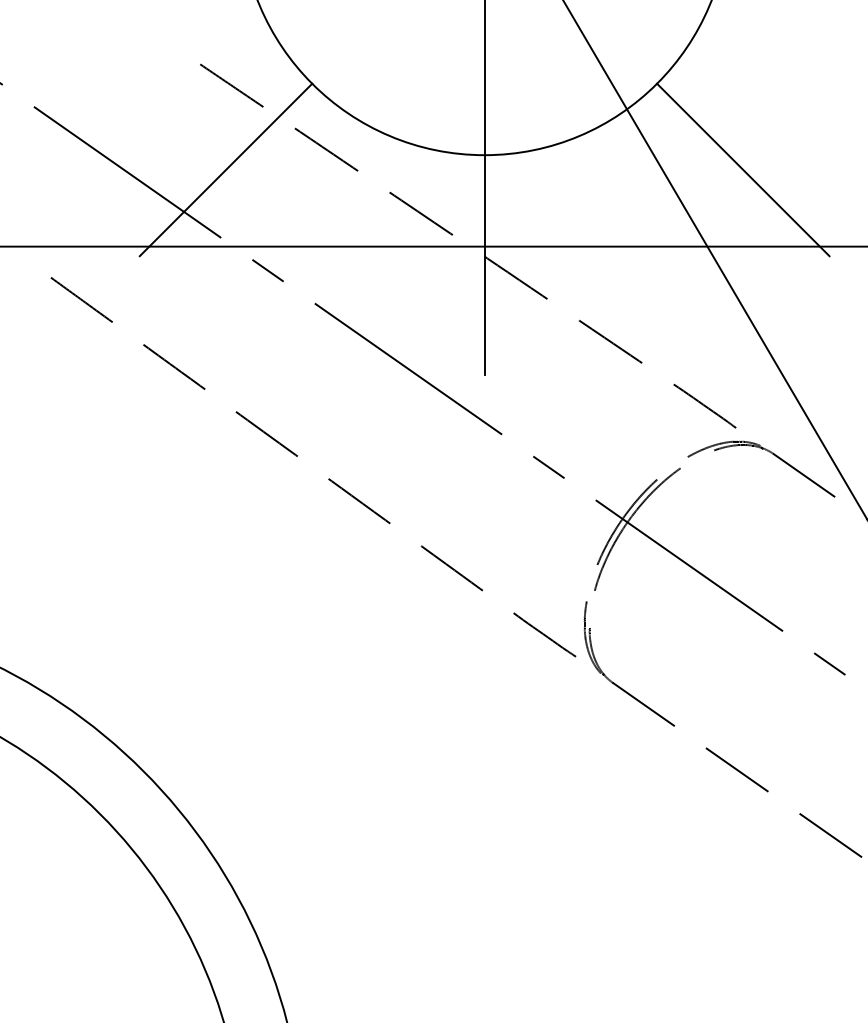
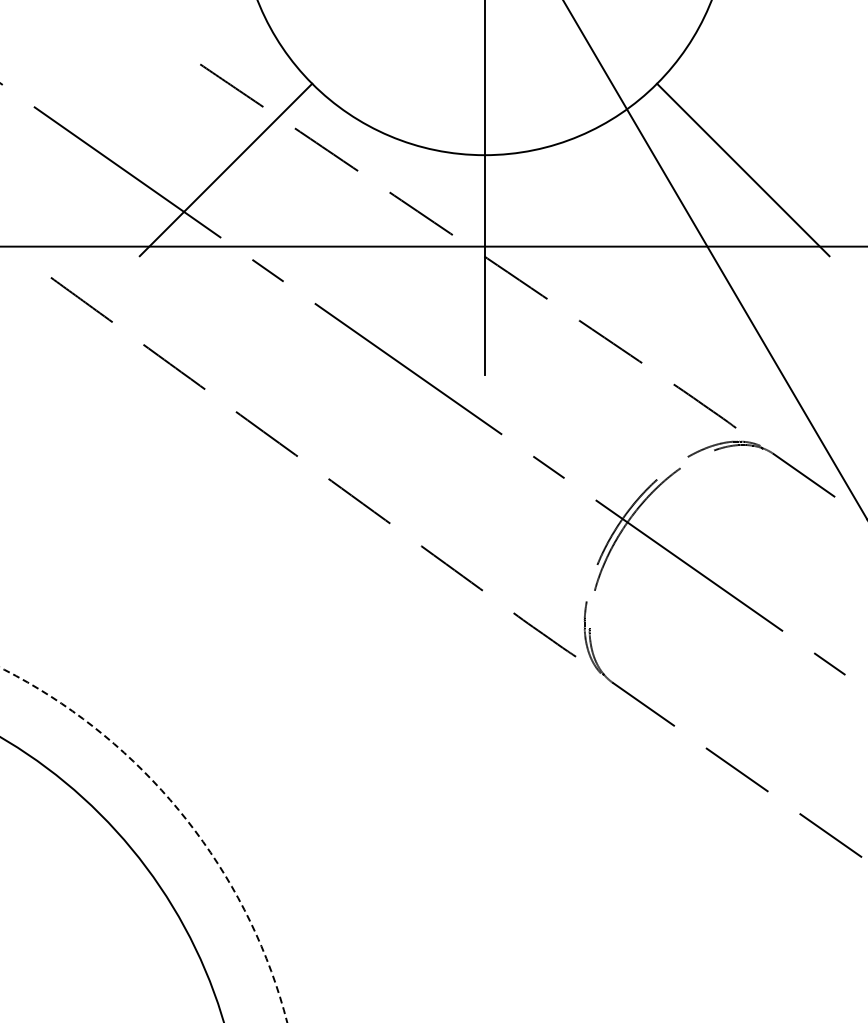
circle at (143, 844): solid -> dashed
